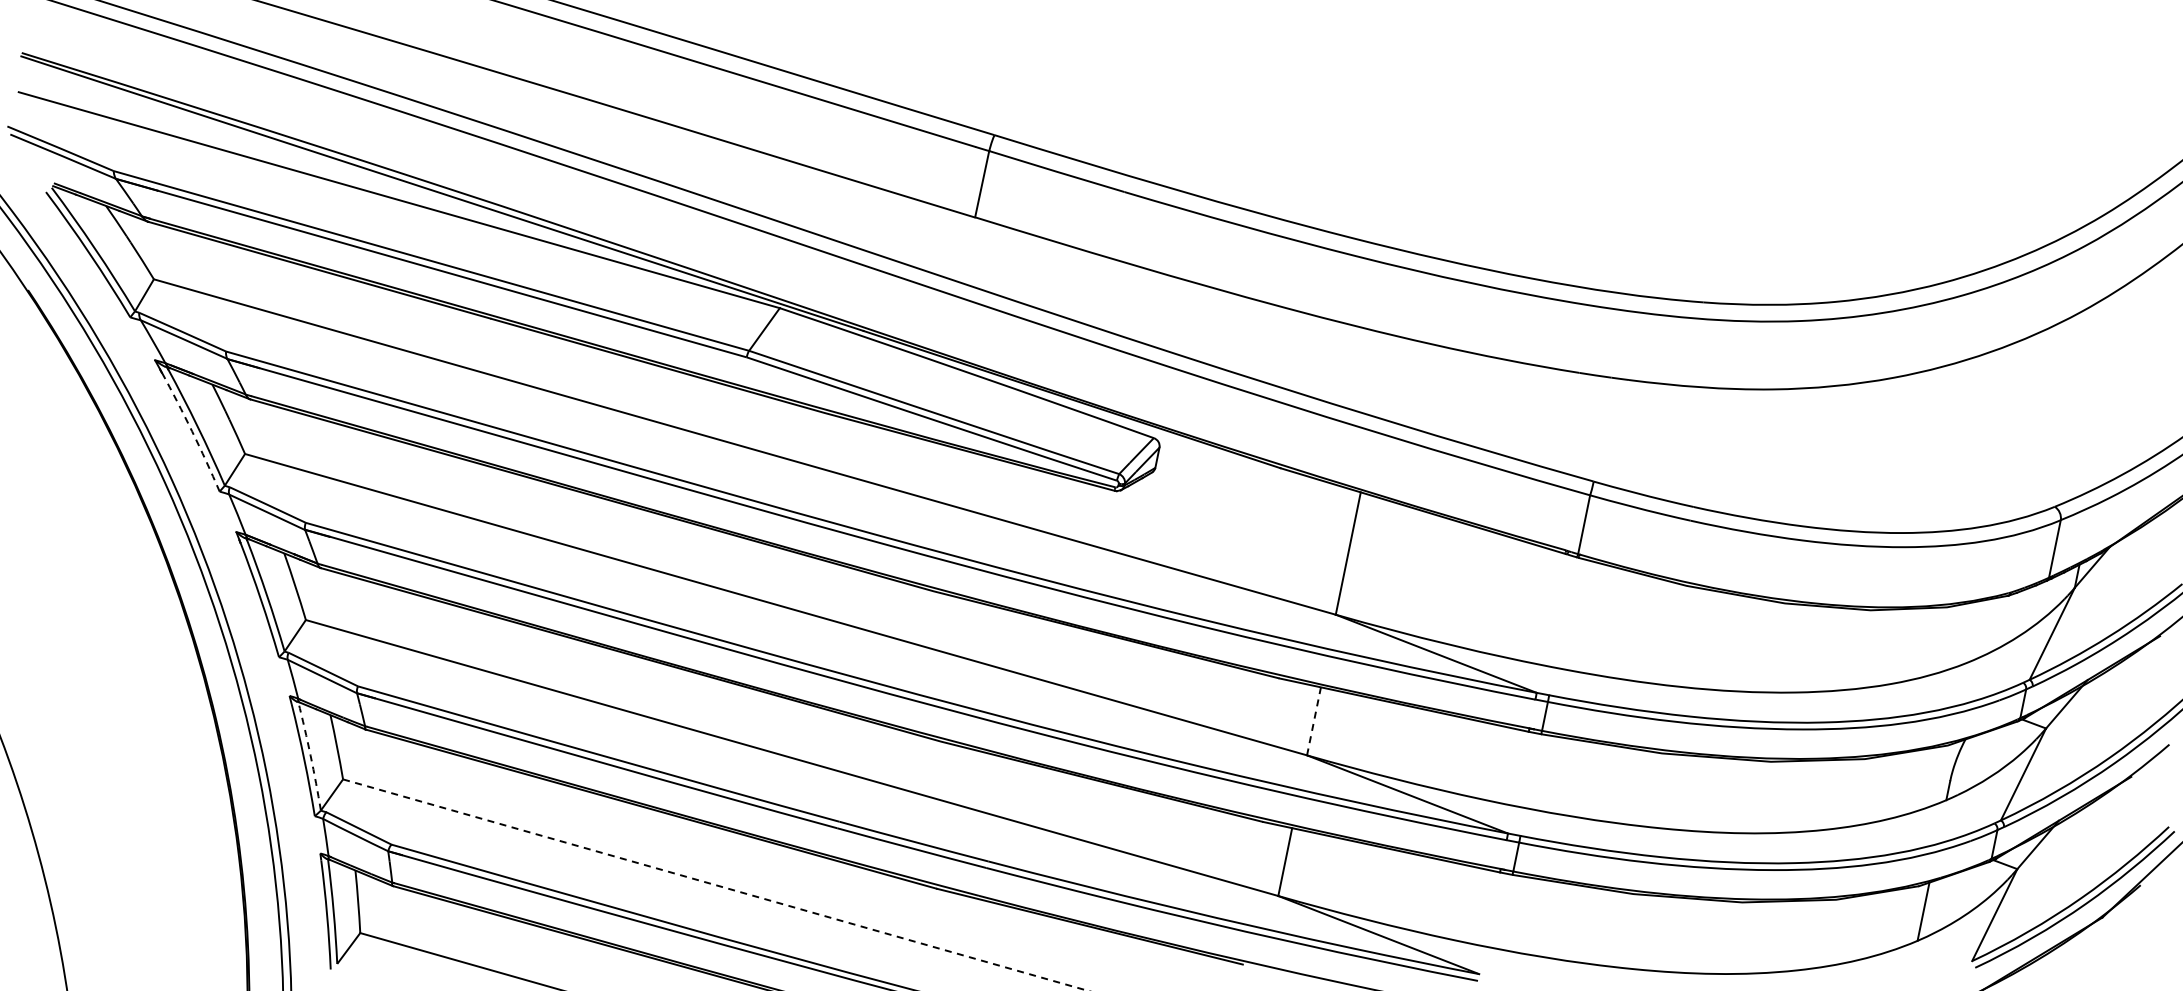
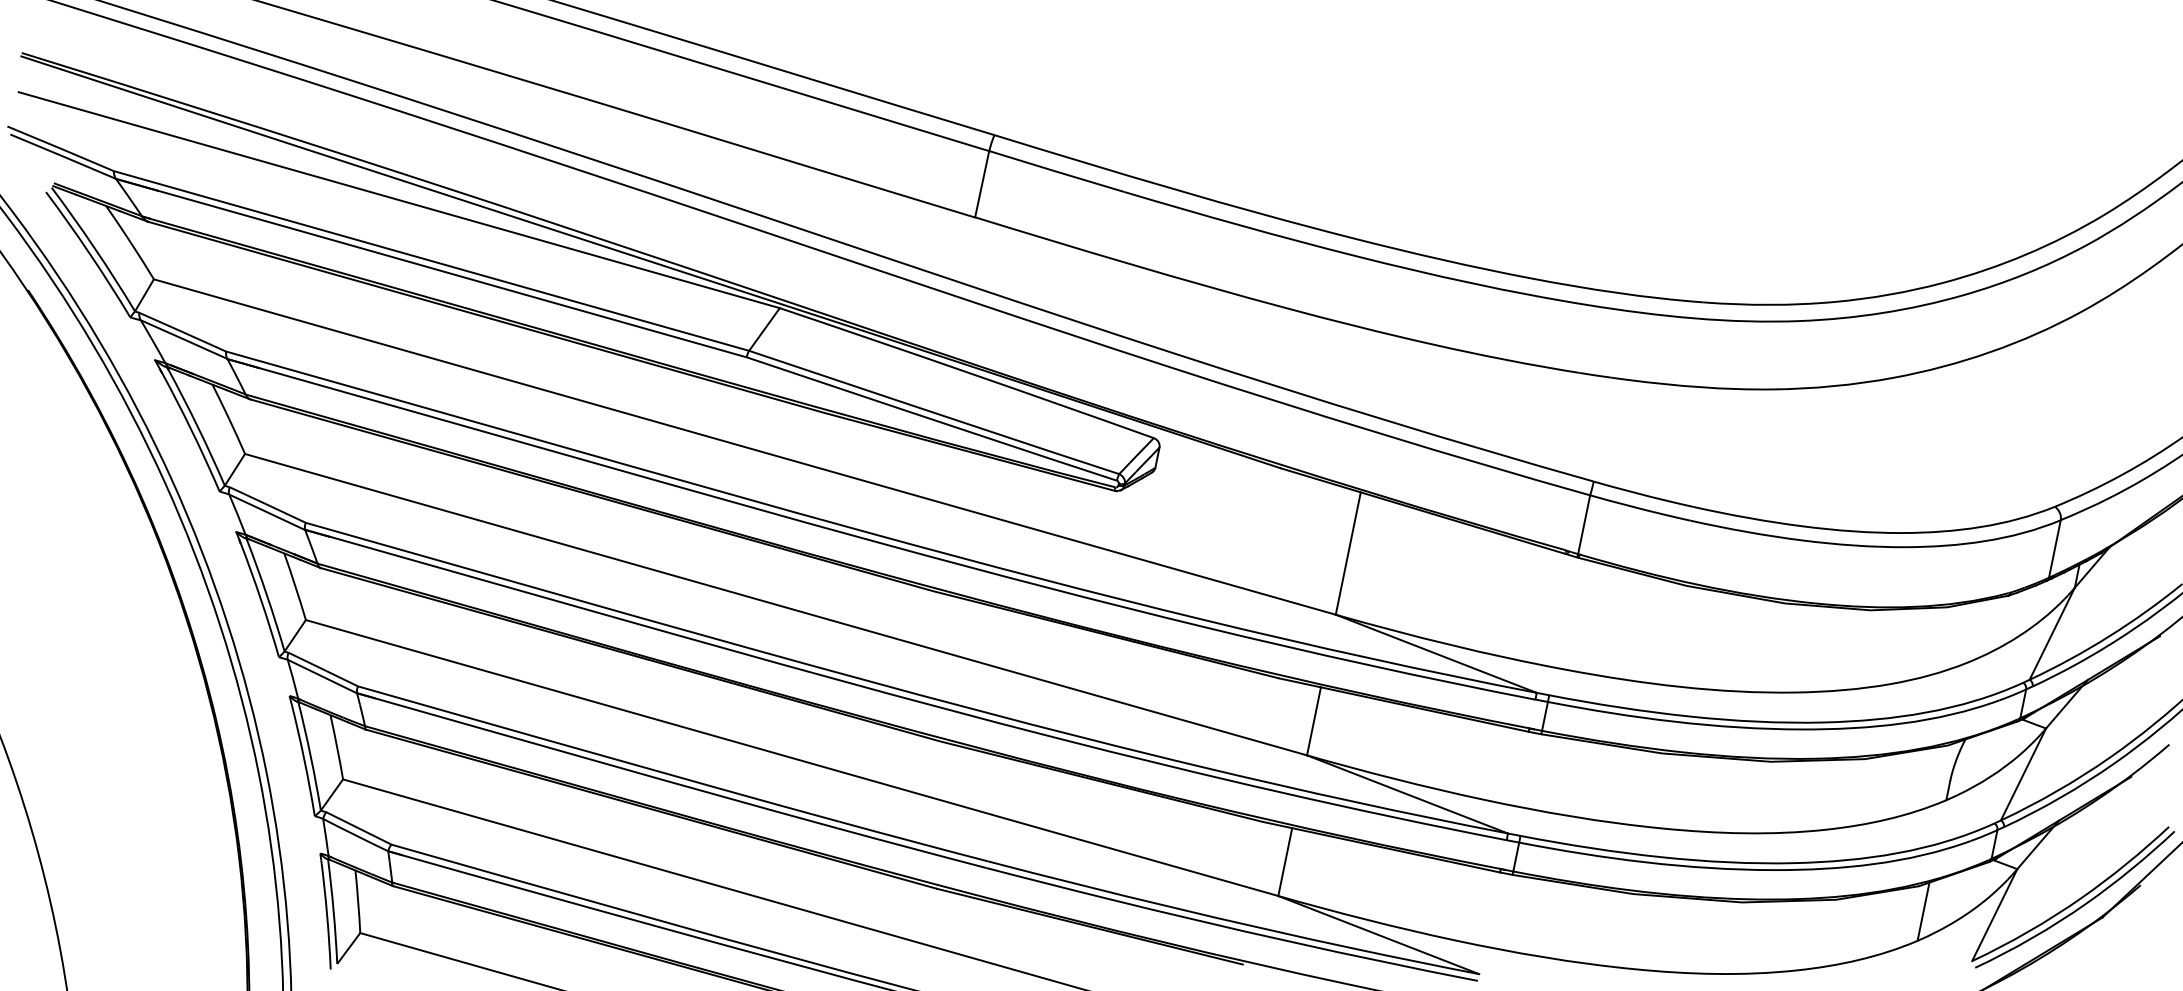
arc at (192, 431): dashed -> solid
line at (1314, 721): dashed -> solid
arc at (310, 755): dashed -> solid
line at (716, 885): dashed -> solid
